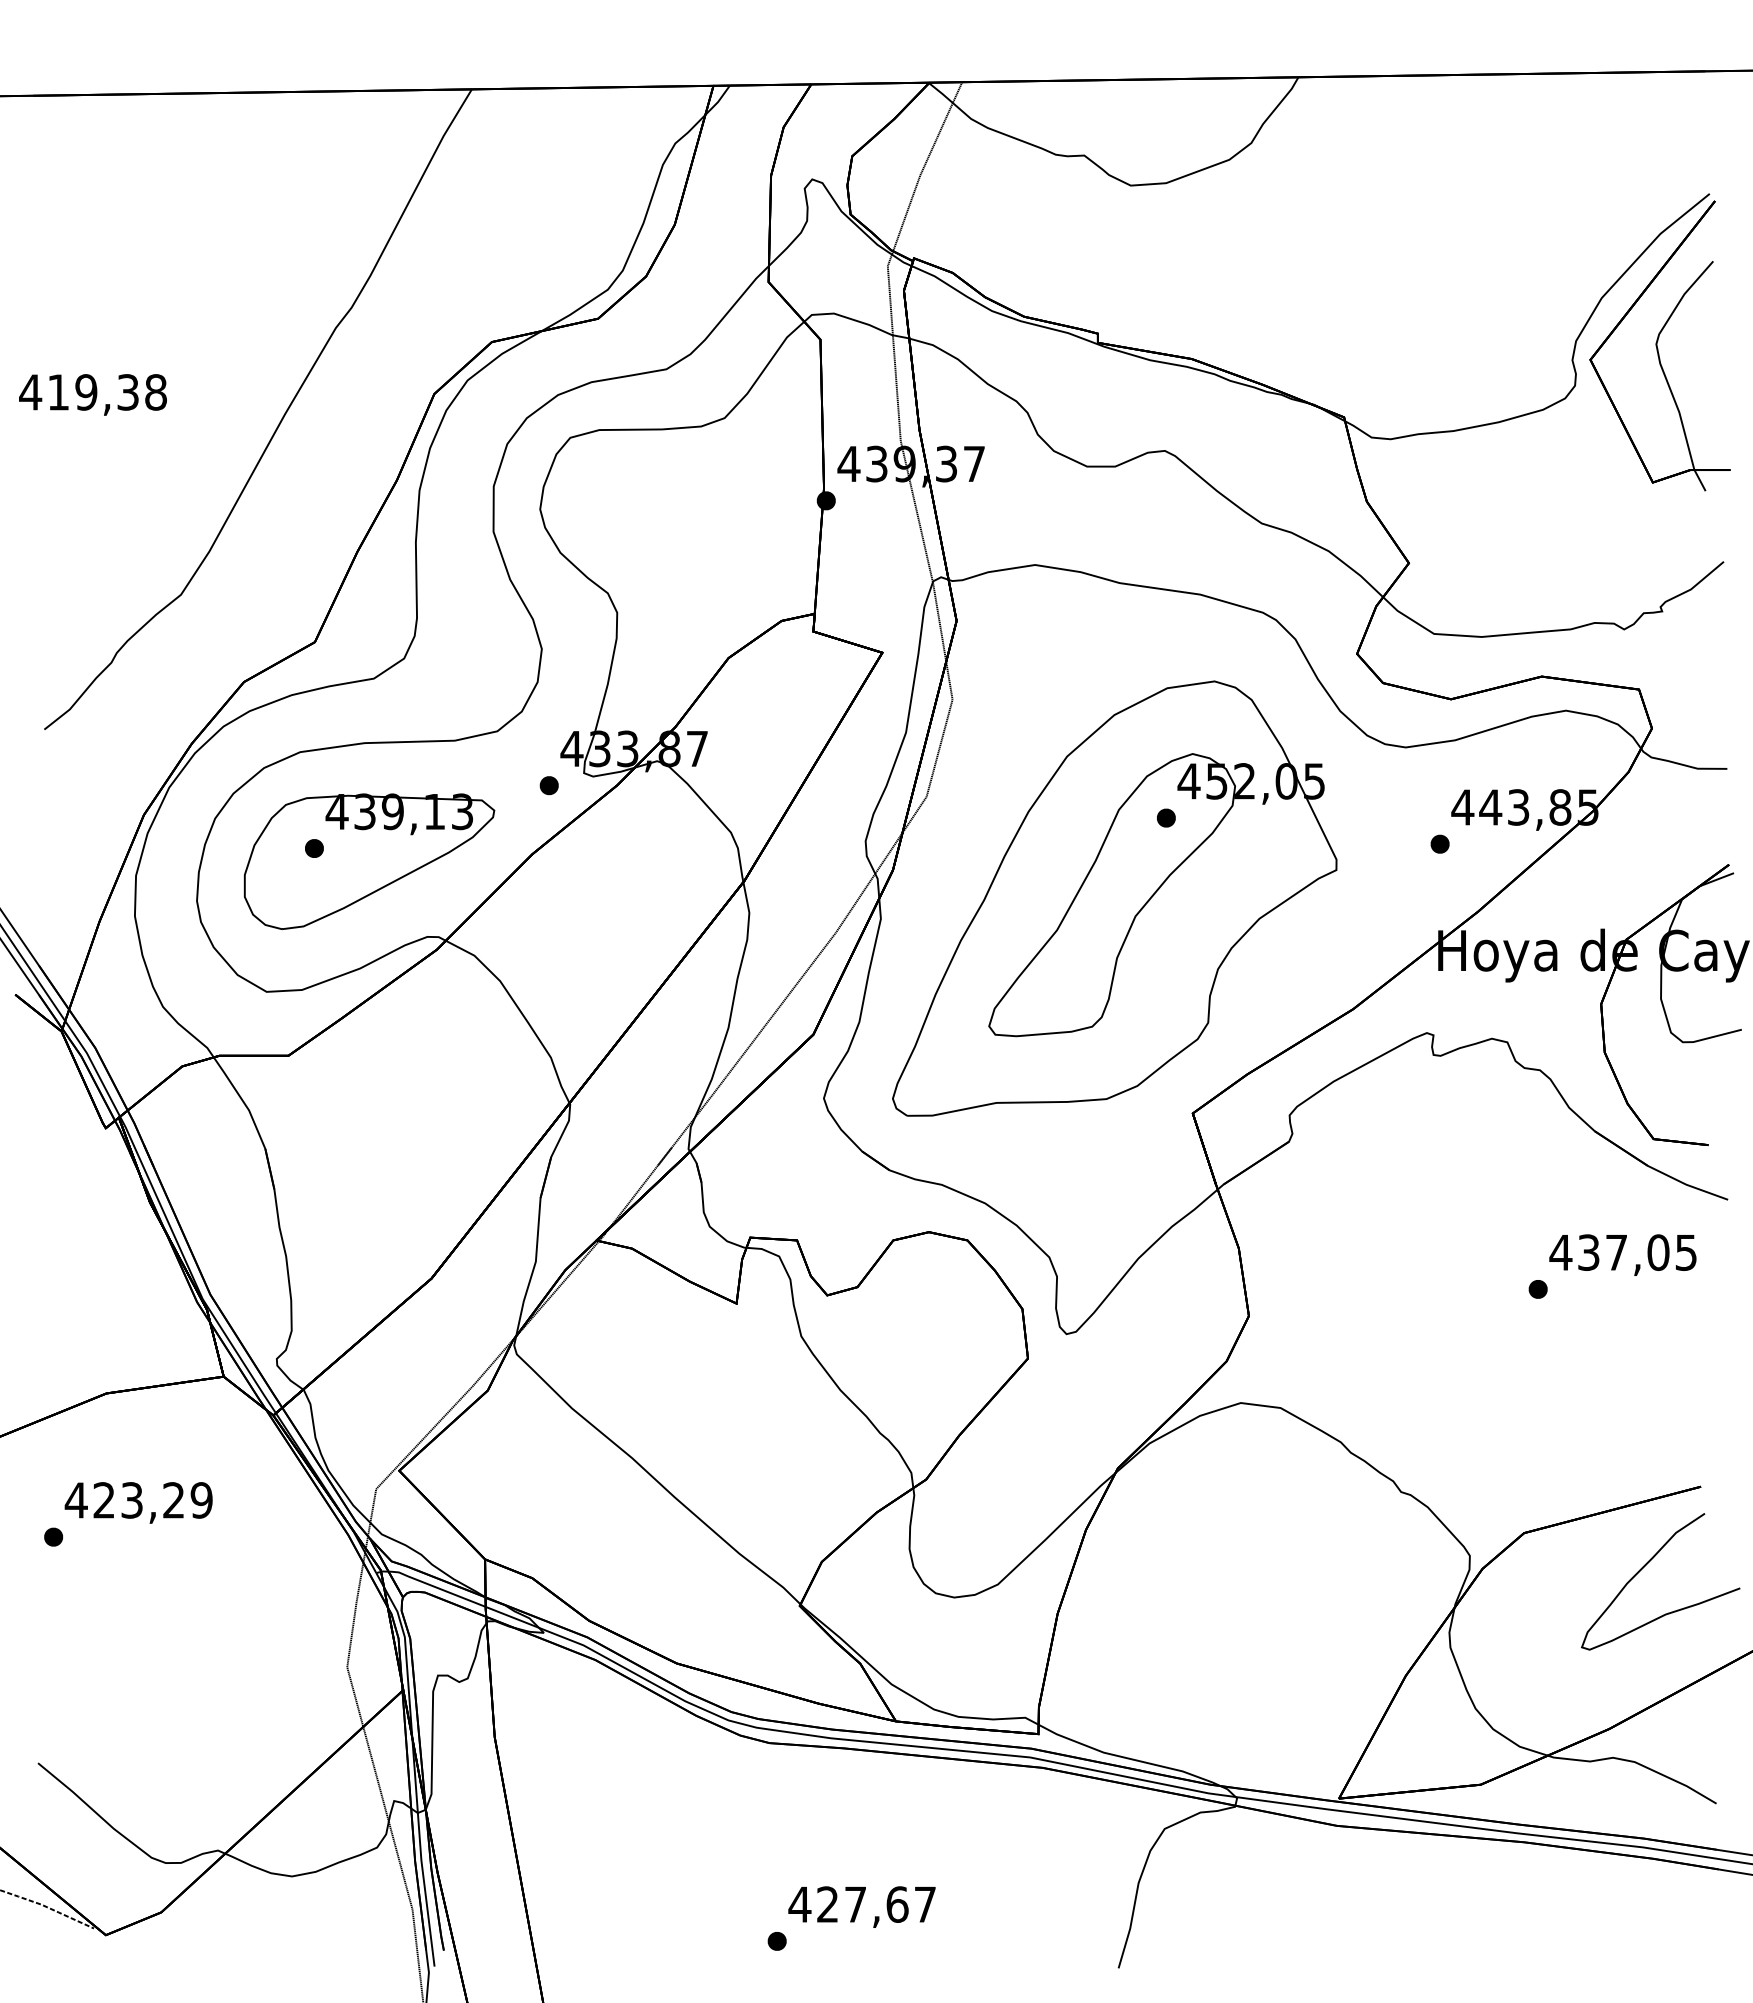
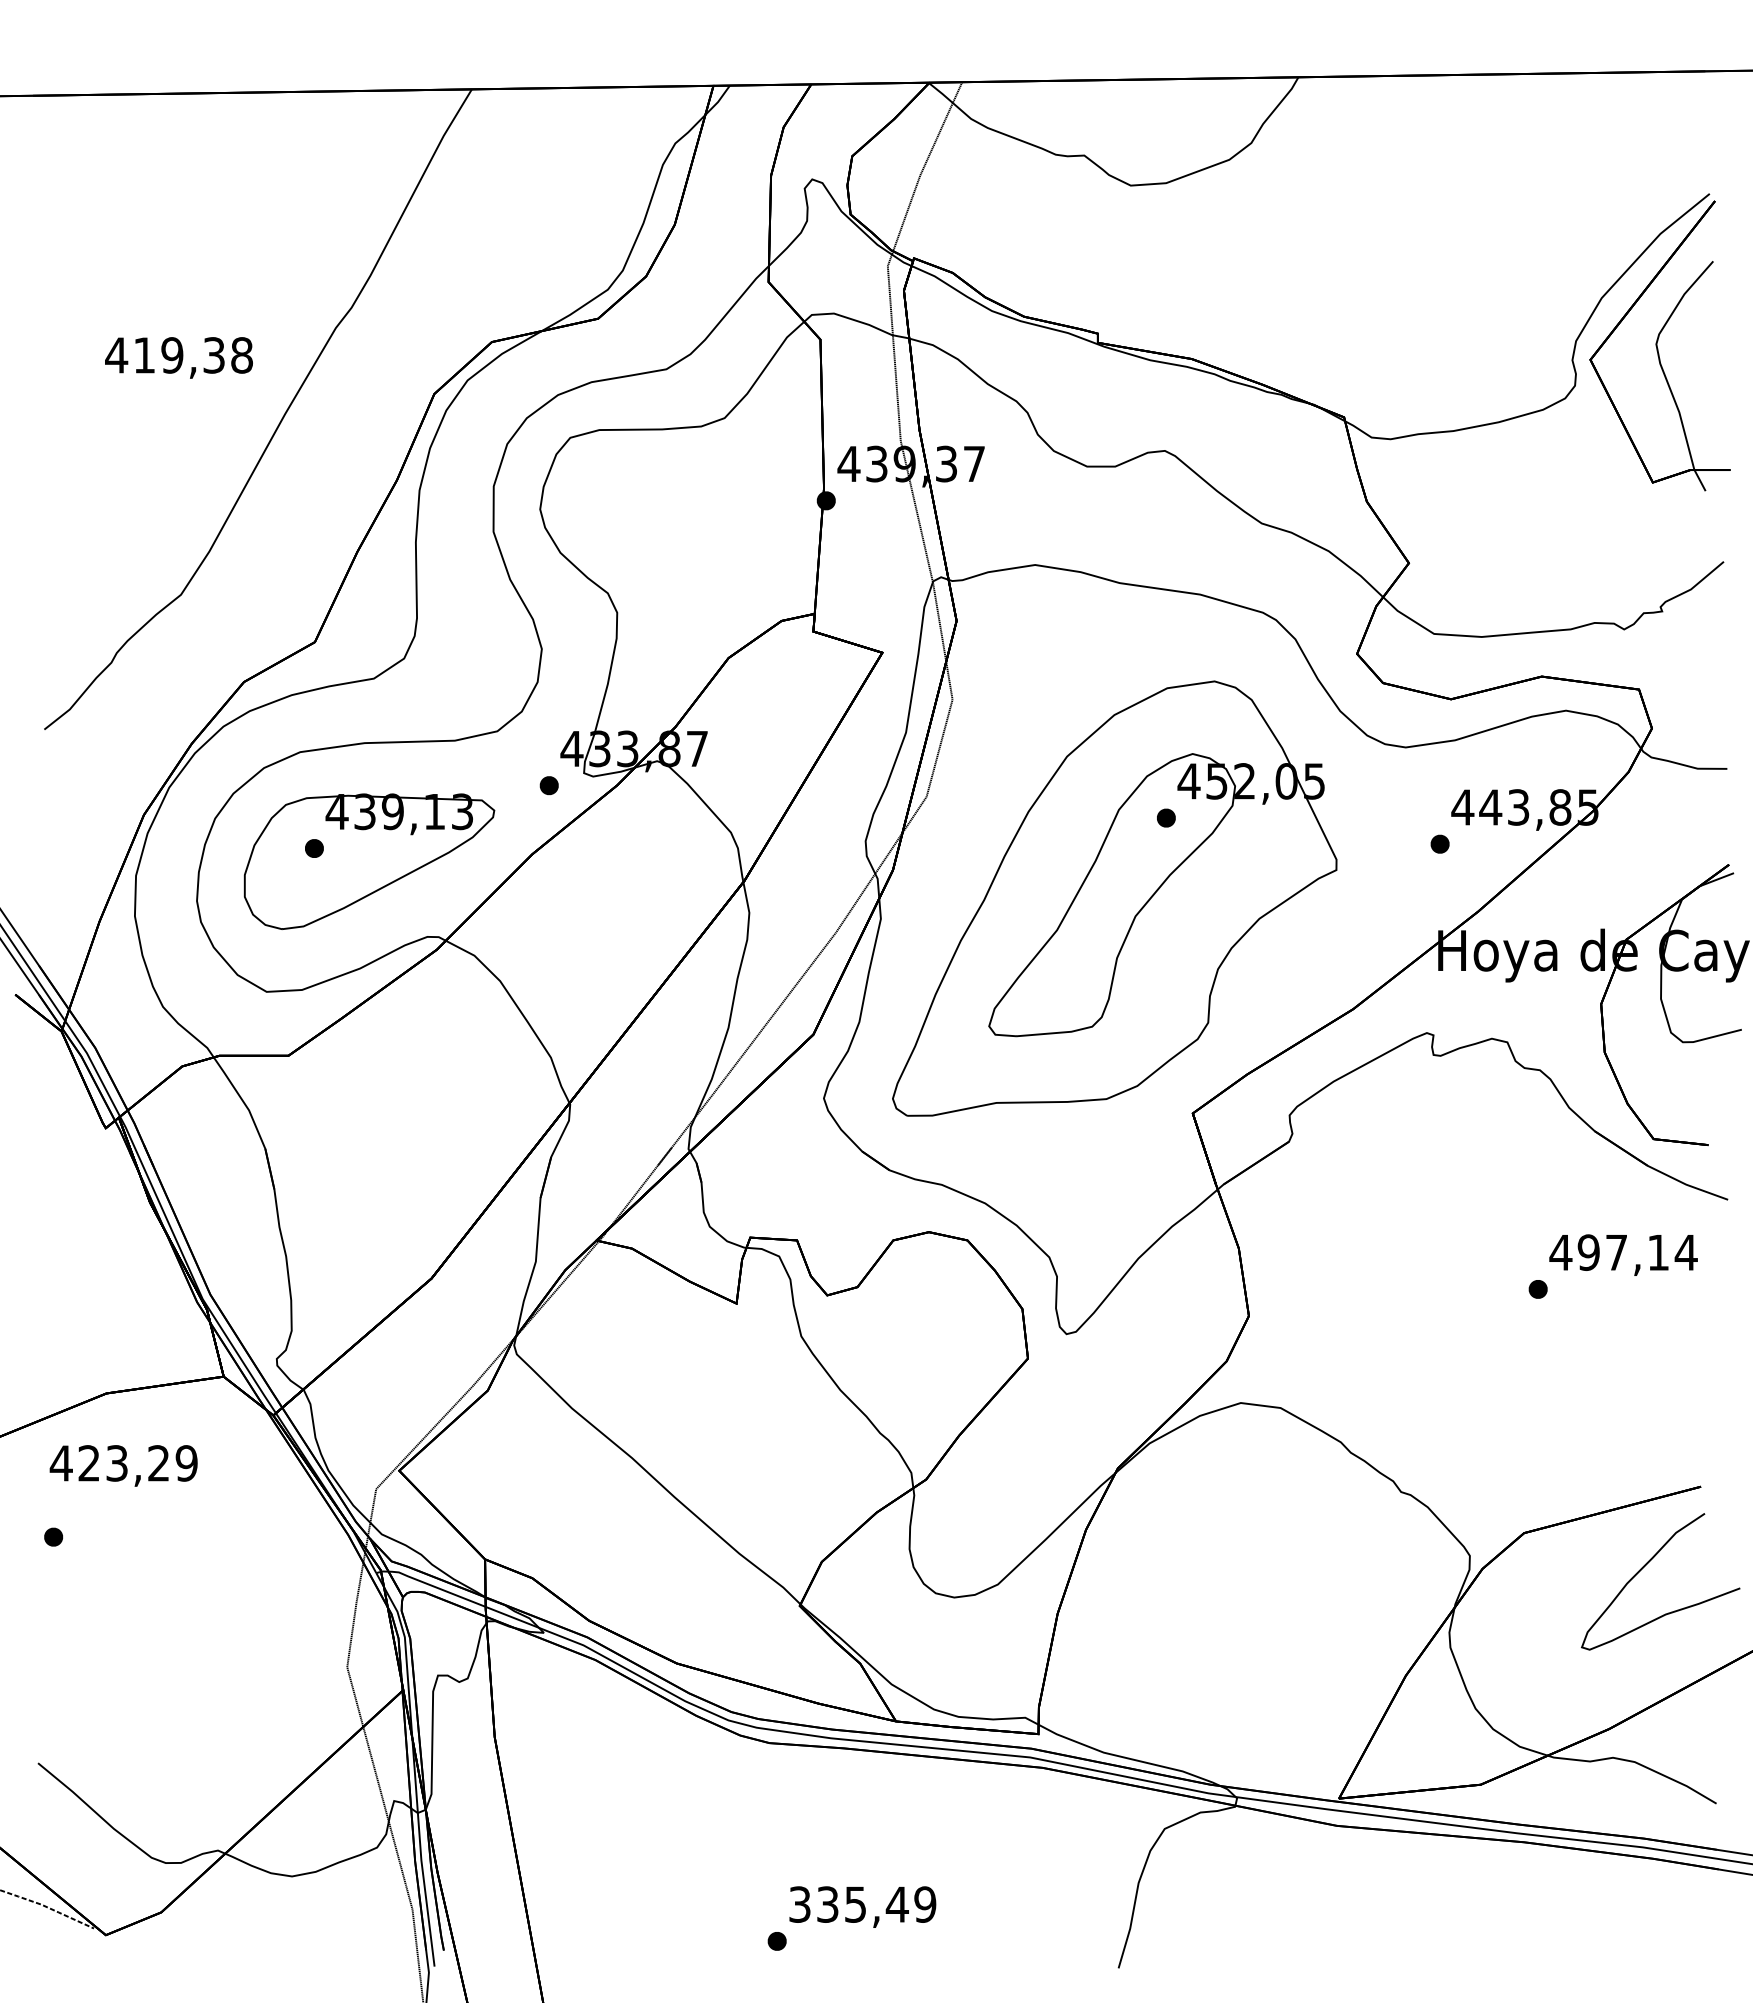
text at (92, 394) position: (92, 394) -> (178, 357)
text at (1637, 1252): 437,05 -> 497,14
text at (138, 1502) position: (138, 1502) -> (123, 1465)
text at (862, 1904): 427,67 -> 335,49
